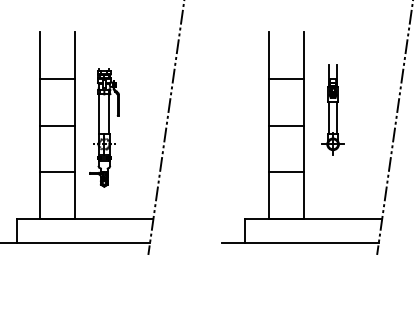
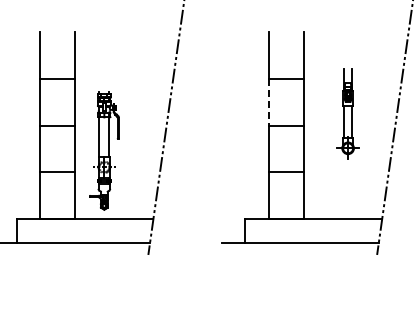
line at (268, 102): solid -> dashed
part at (332, 109) position: (332, 109) -> (347, 113)
part at (104, 127) position: (104, 127) -> (104, 150)
